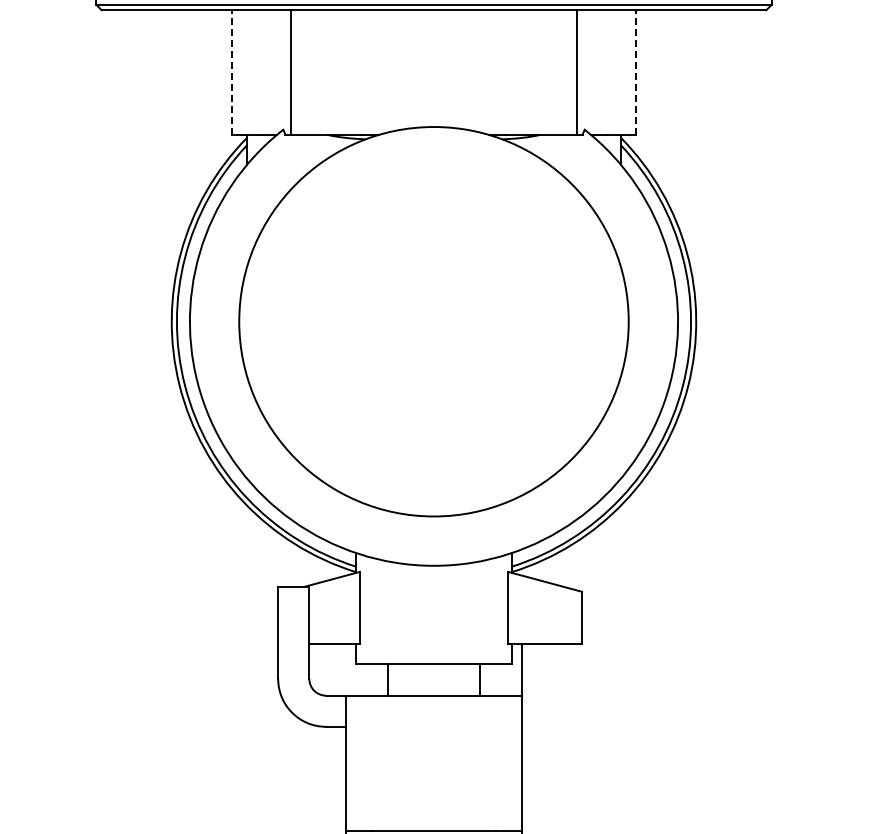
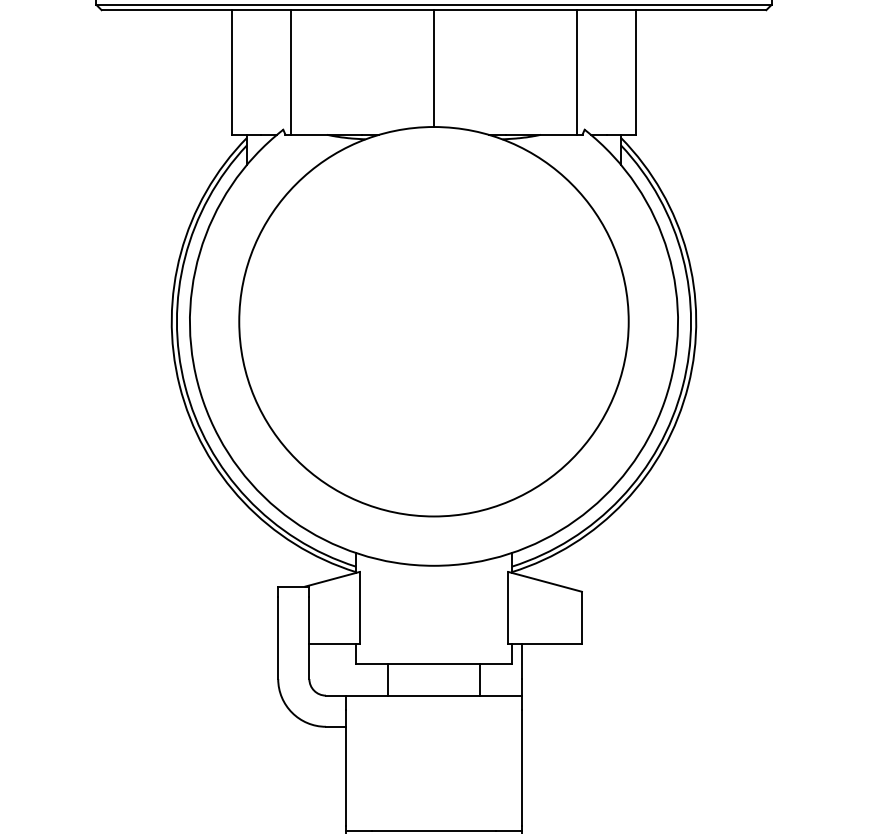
line at (434, 68): none -> present
line at (231, 71): dashed -> solid
line at (636, 71): dashed -> solid
